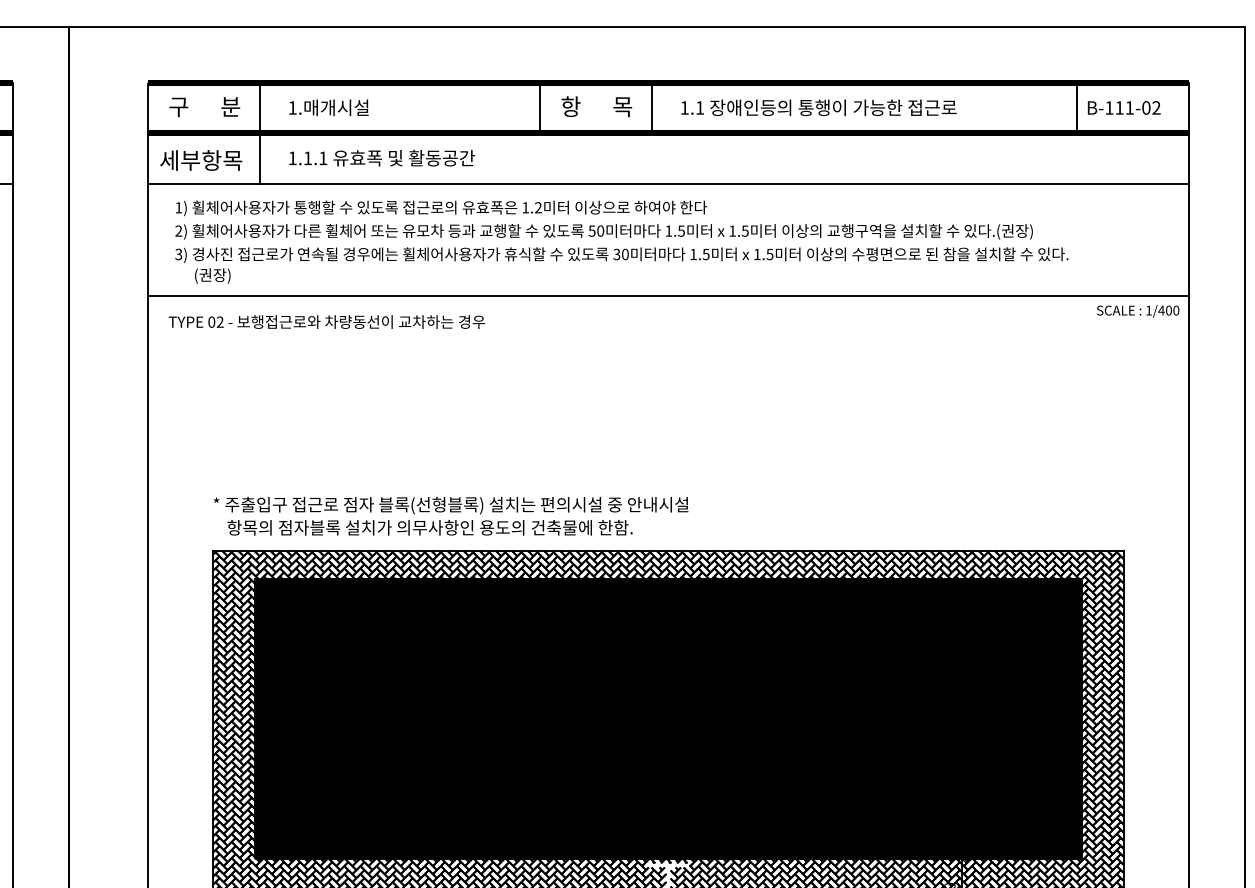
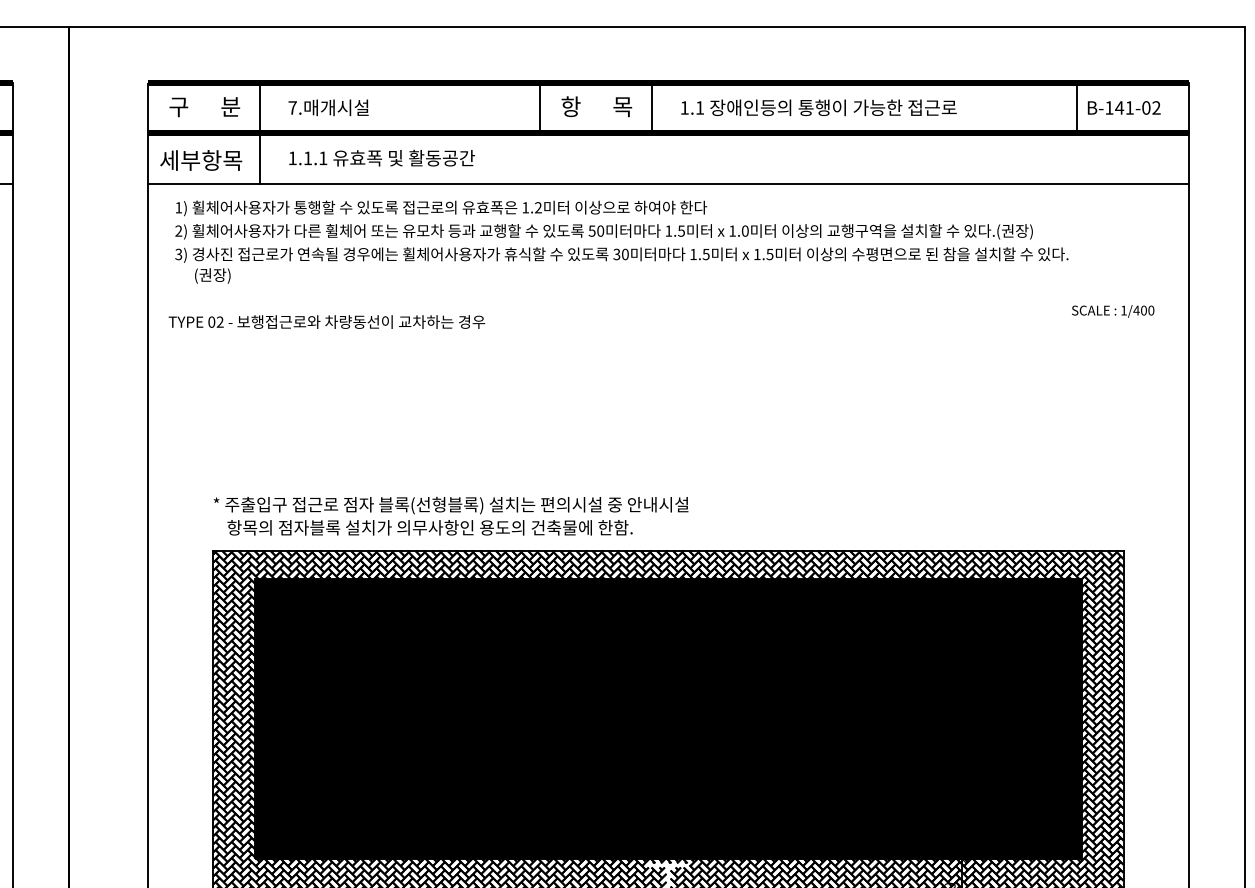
text at (292, 107): 1. -> 7.
text at (1119, 107): B-111-02 -> B-141-02
text at (744, 230): 1.5 -> 1.0
line at (668, 296): present -> none
text at (1138, 311) position: (1138, 311) -> (1113, 311)
